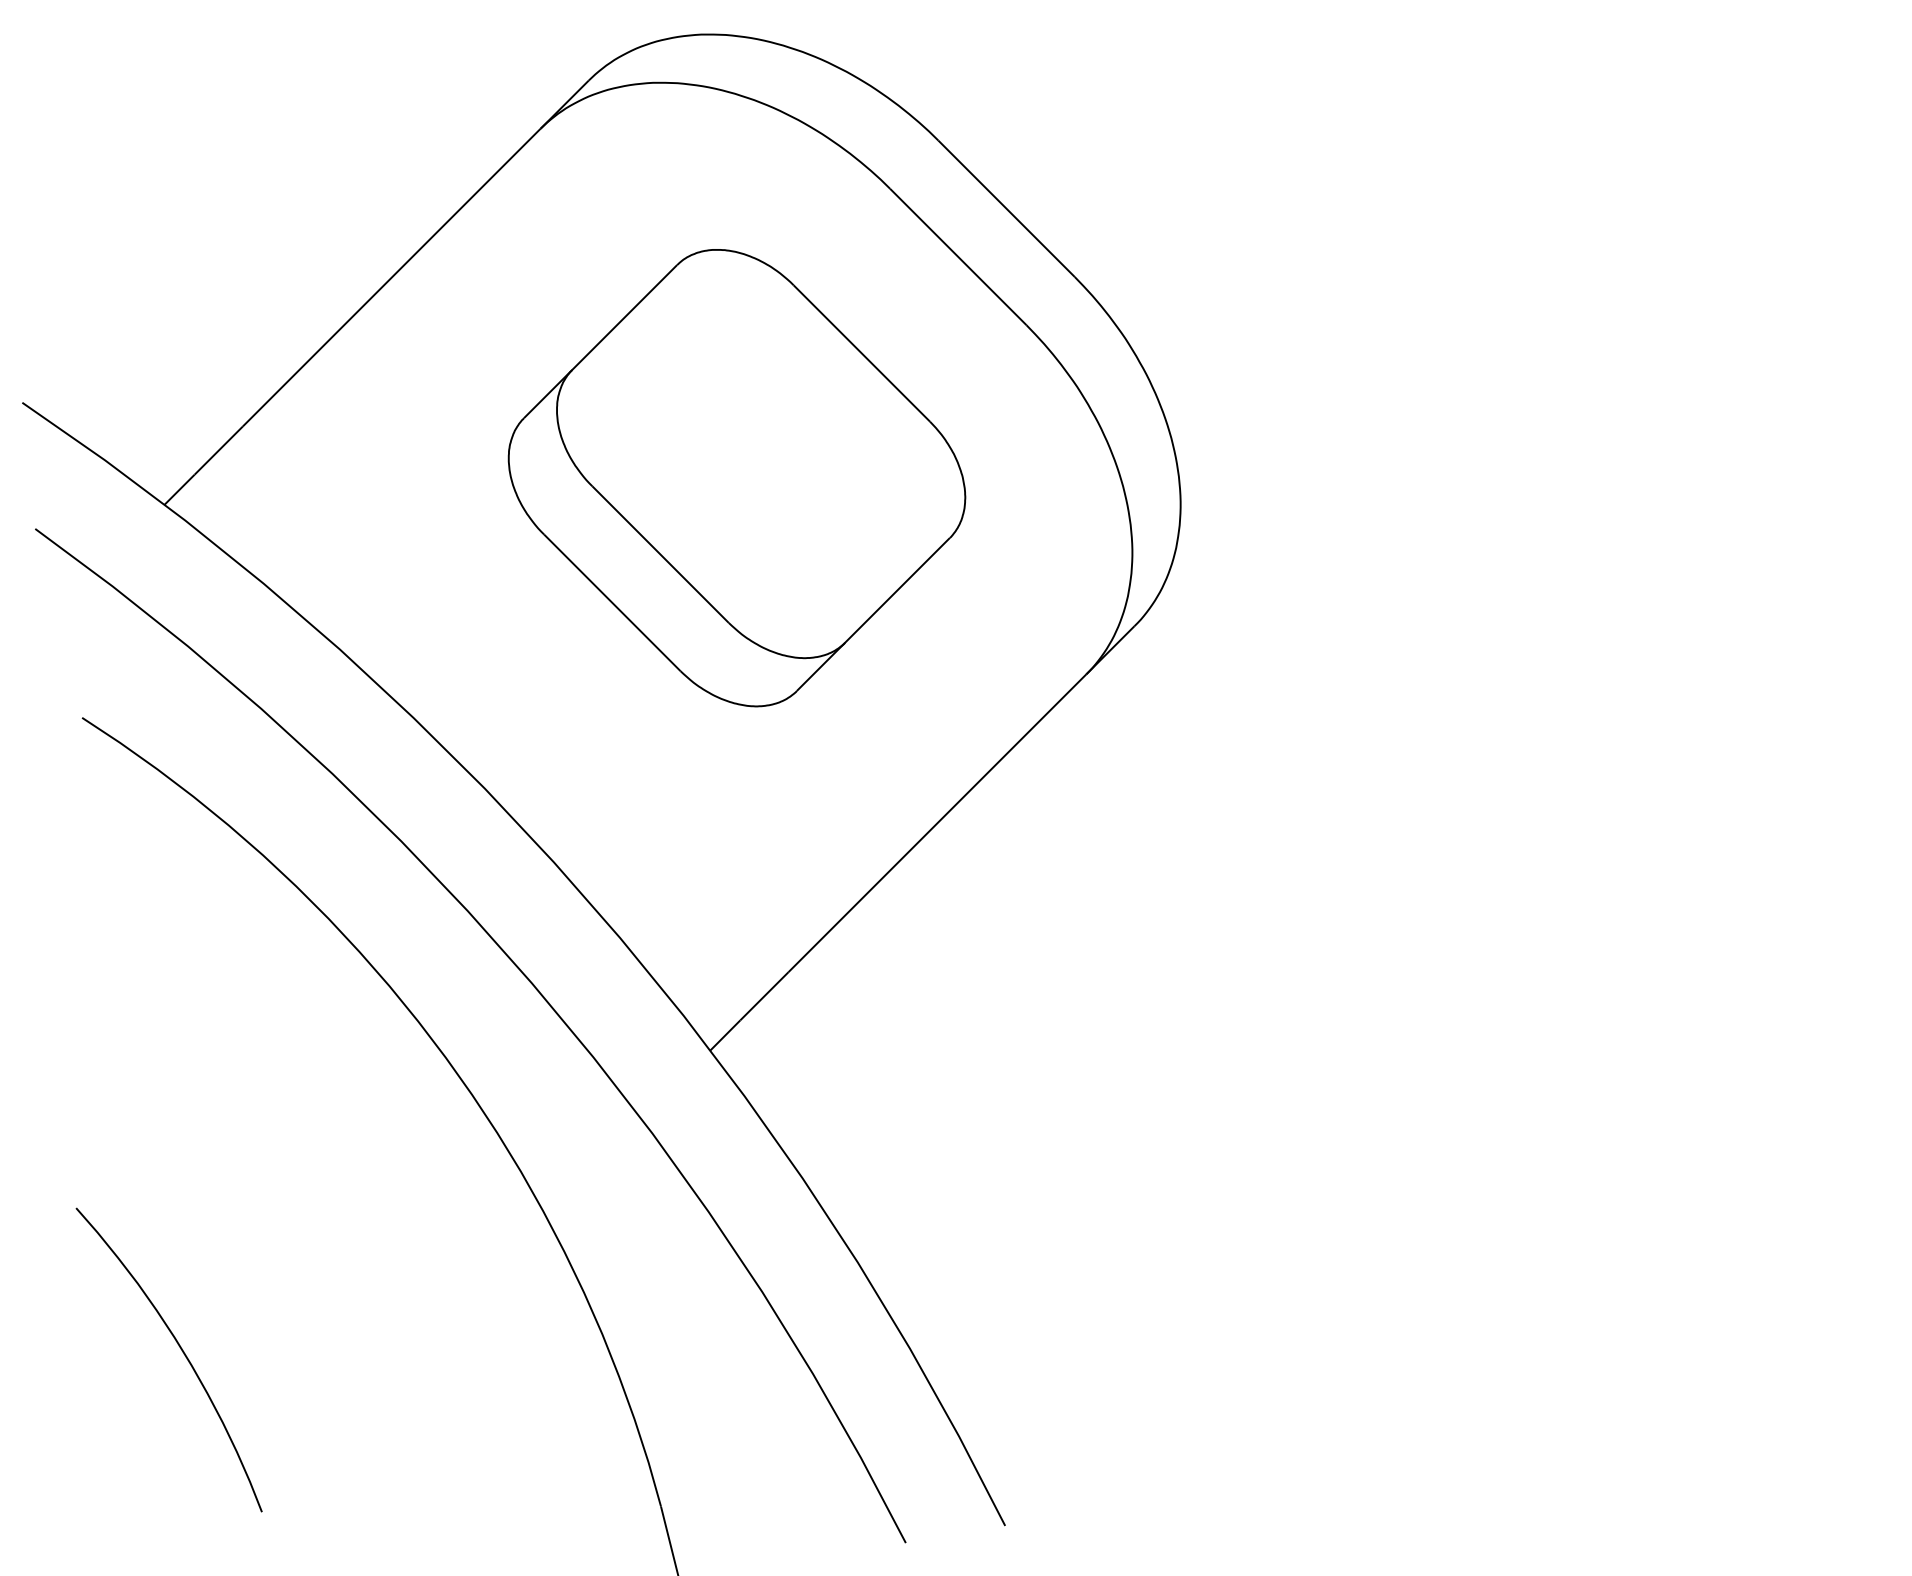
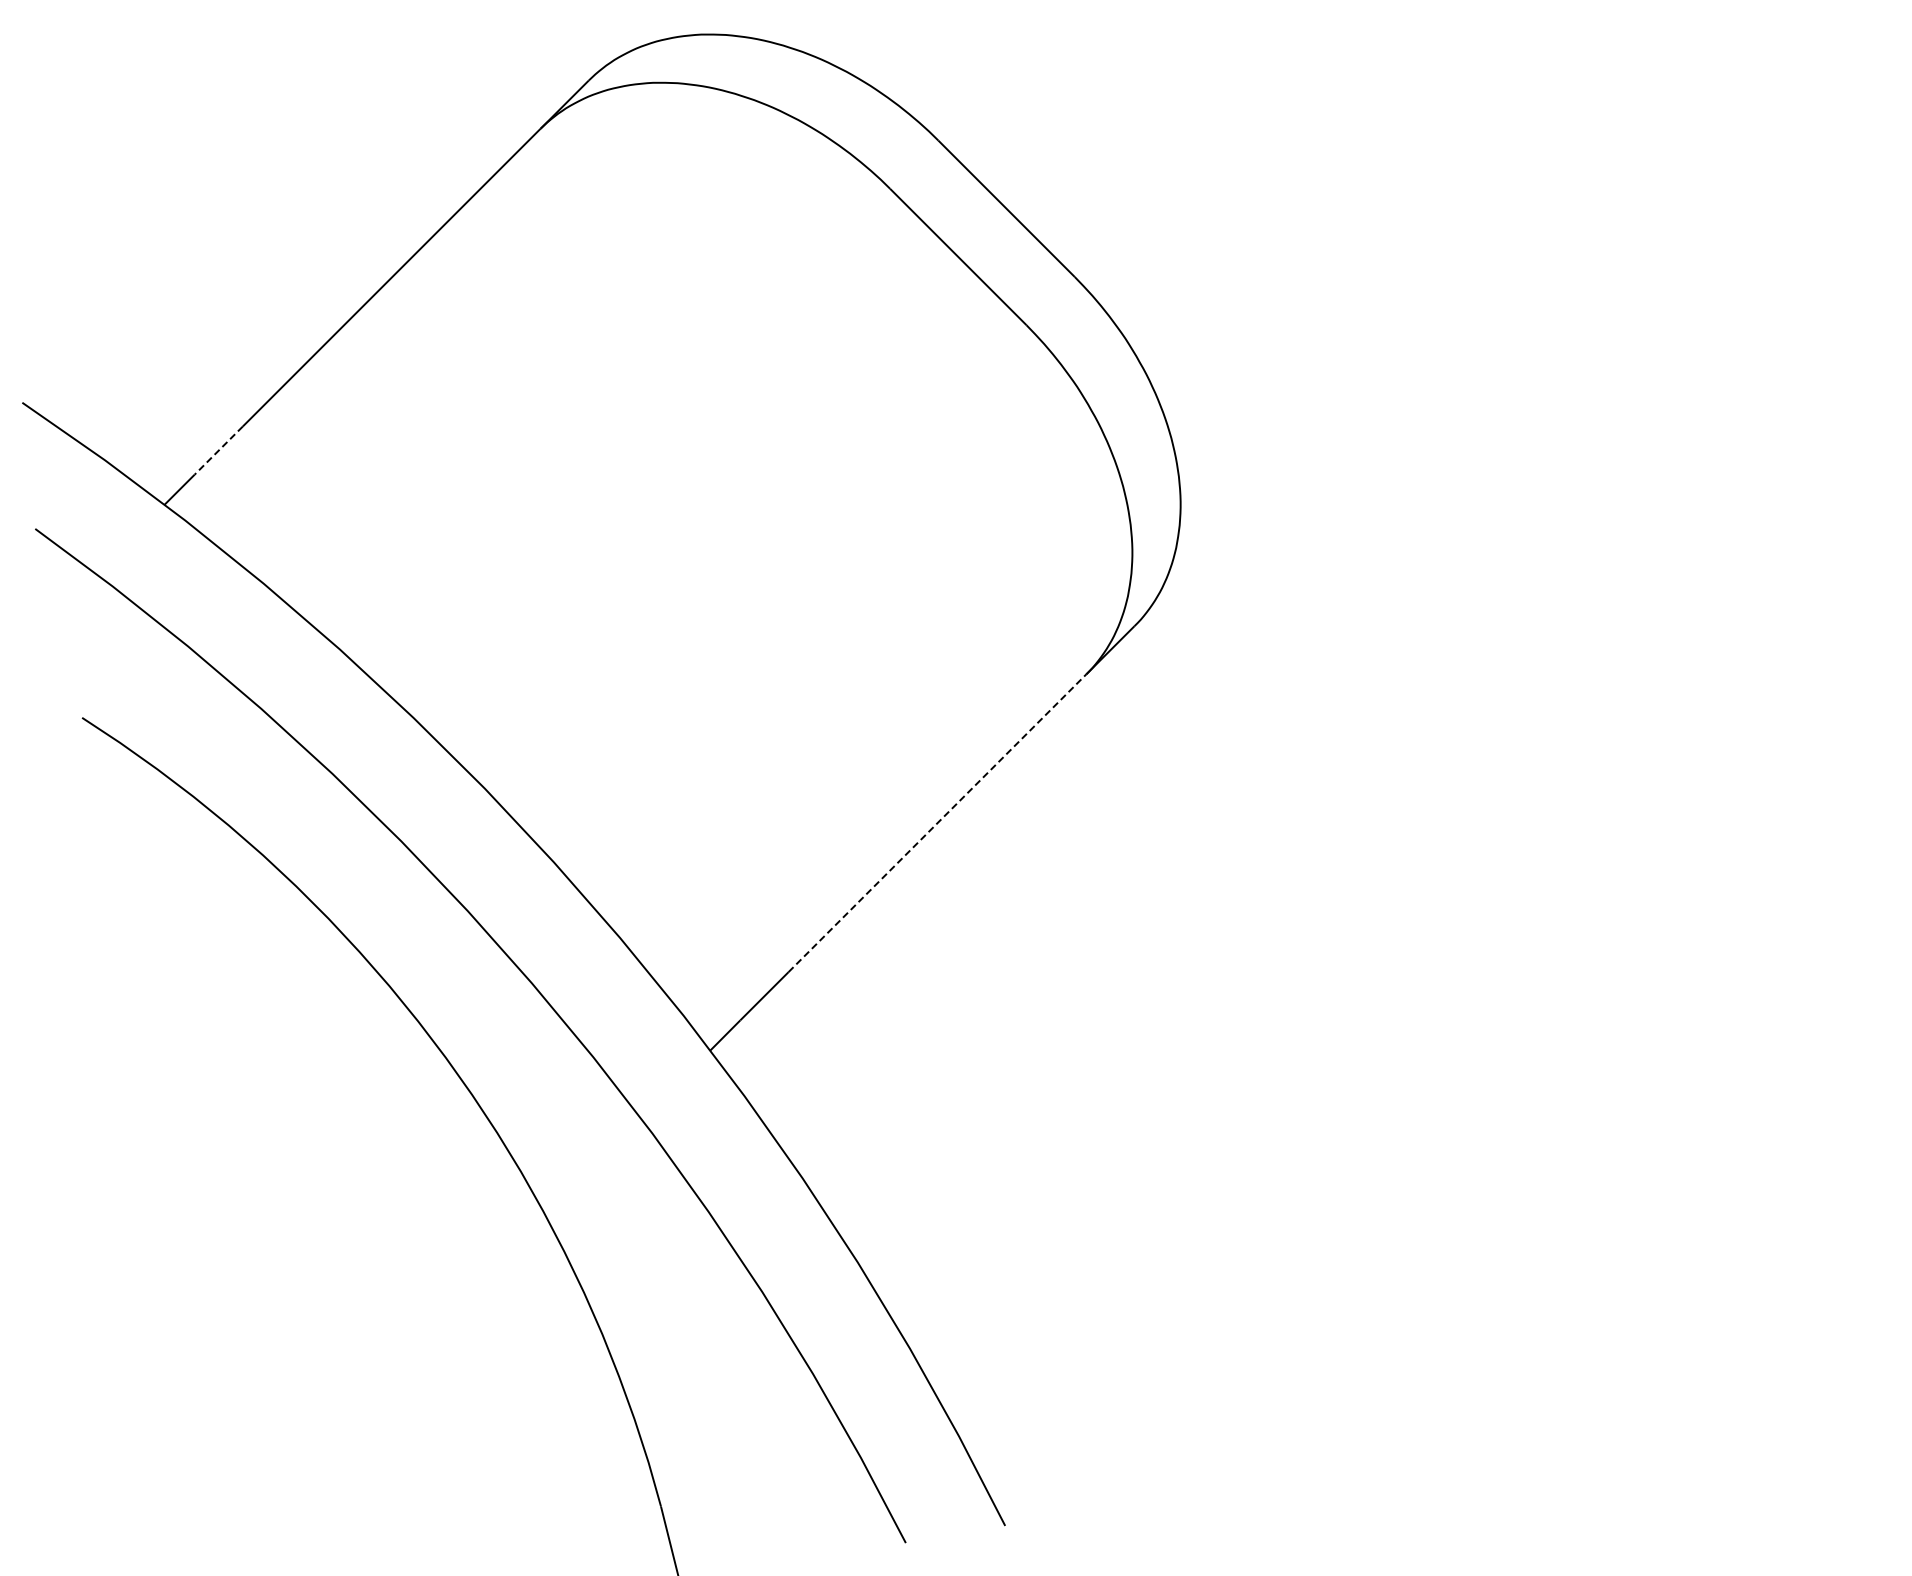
line at (218, 450): solid -> dashed
part at (736, 478): present -> none
line at (937, 823): solid -> dashed
curve at (180, 1349): present -> none
